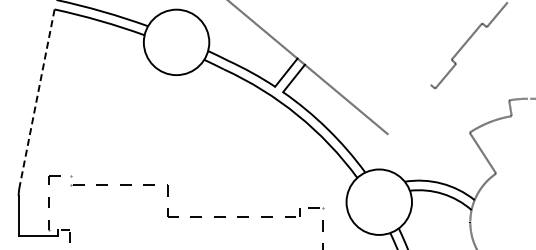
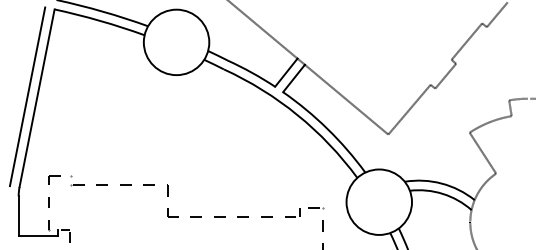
line at (27, 96): none -> present
line at (37, 98): dashed -> solid
line at (409, 109): none -> present
